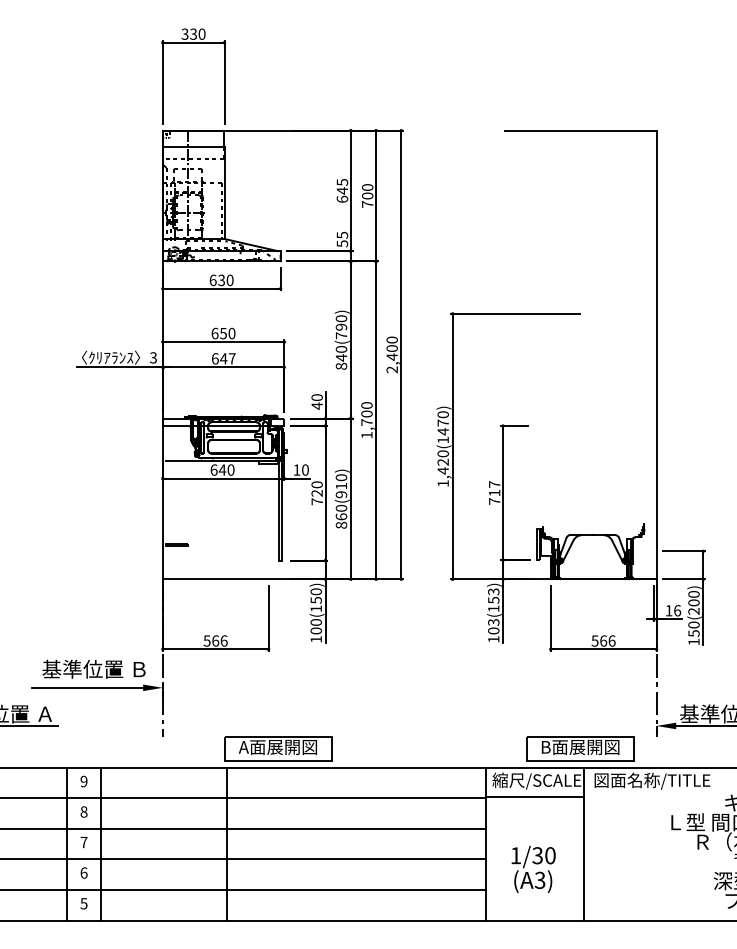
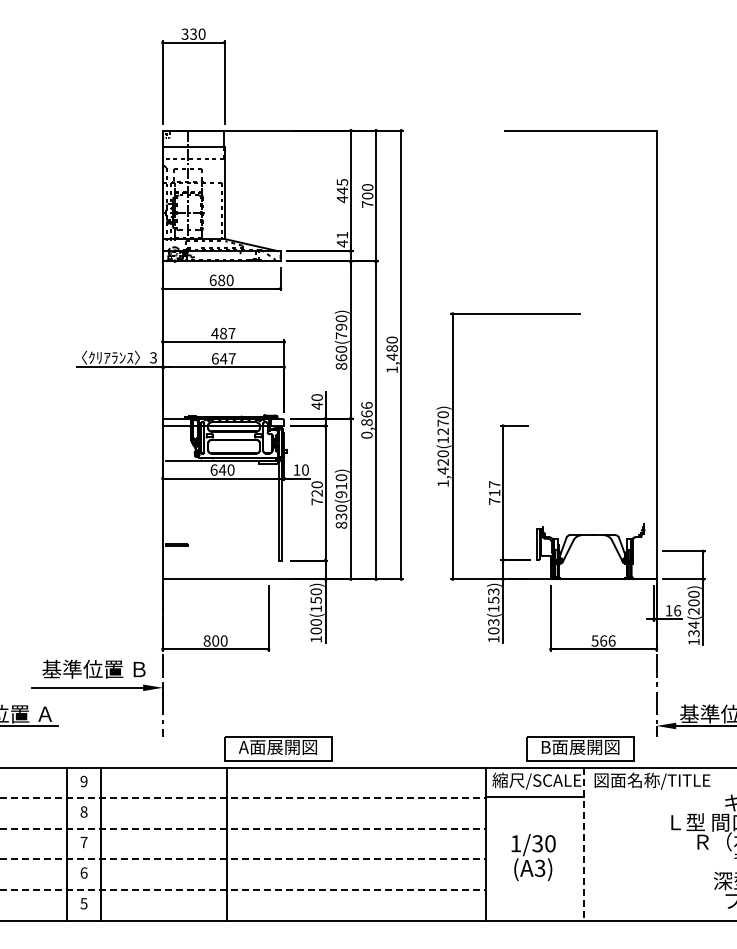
text at (342, 199): 645 -> 445
text at (342, 239): 55 -> 41
text at (221, 279): 630 -> 680
text at (223, 333): 650 -> 487
text at (341, 357): 840(790) -> 860(790)
text at (391, 359): 2,400 -> 1,480
text at (366, 420): 1,700 -> 0,866
text at (442, 431): 1,420(1470) -> 1,420(1270)
text at (341, 516): 860(910) -> 830(910)
text at (693, 628): 150(200) -> 134(200)
text at (215, 640): 566 -> 800
line at (243, 798): solid -> dashed
line at (243, 828): solid -> dashed
line at (584, 844): solid -> dashed
line at (243, 859): solid -> dashed
text at (533, 869) position: (533, 869) -> (533, 857)
line at (243, 889): solid -> dashed
